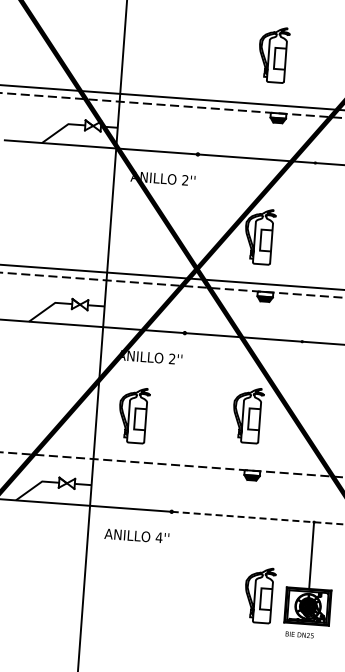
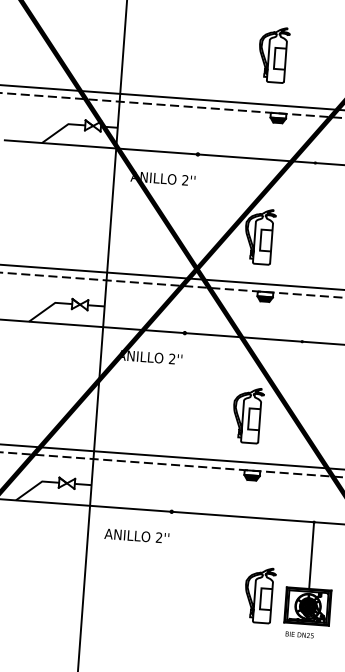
part at (134, 416): present -> none
line at (171, 456): none -> present
line at (258, 518): dashed -> solid
text at (158, 537): 4'' -> 2''
